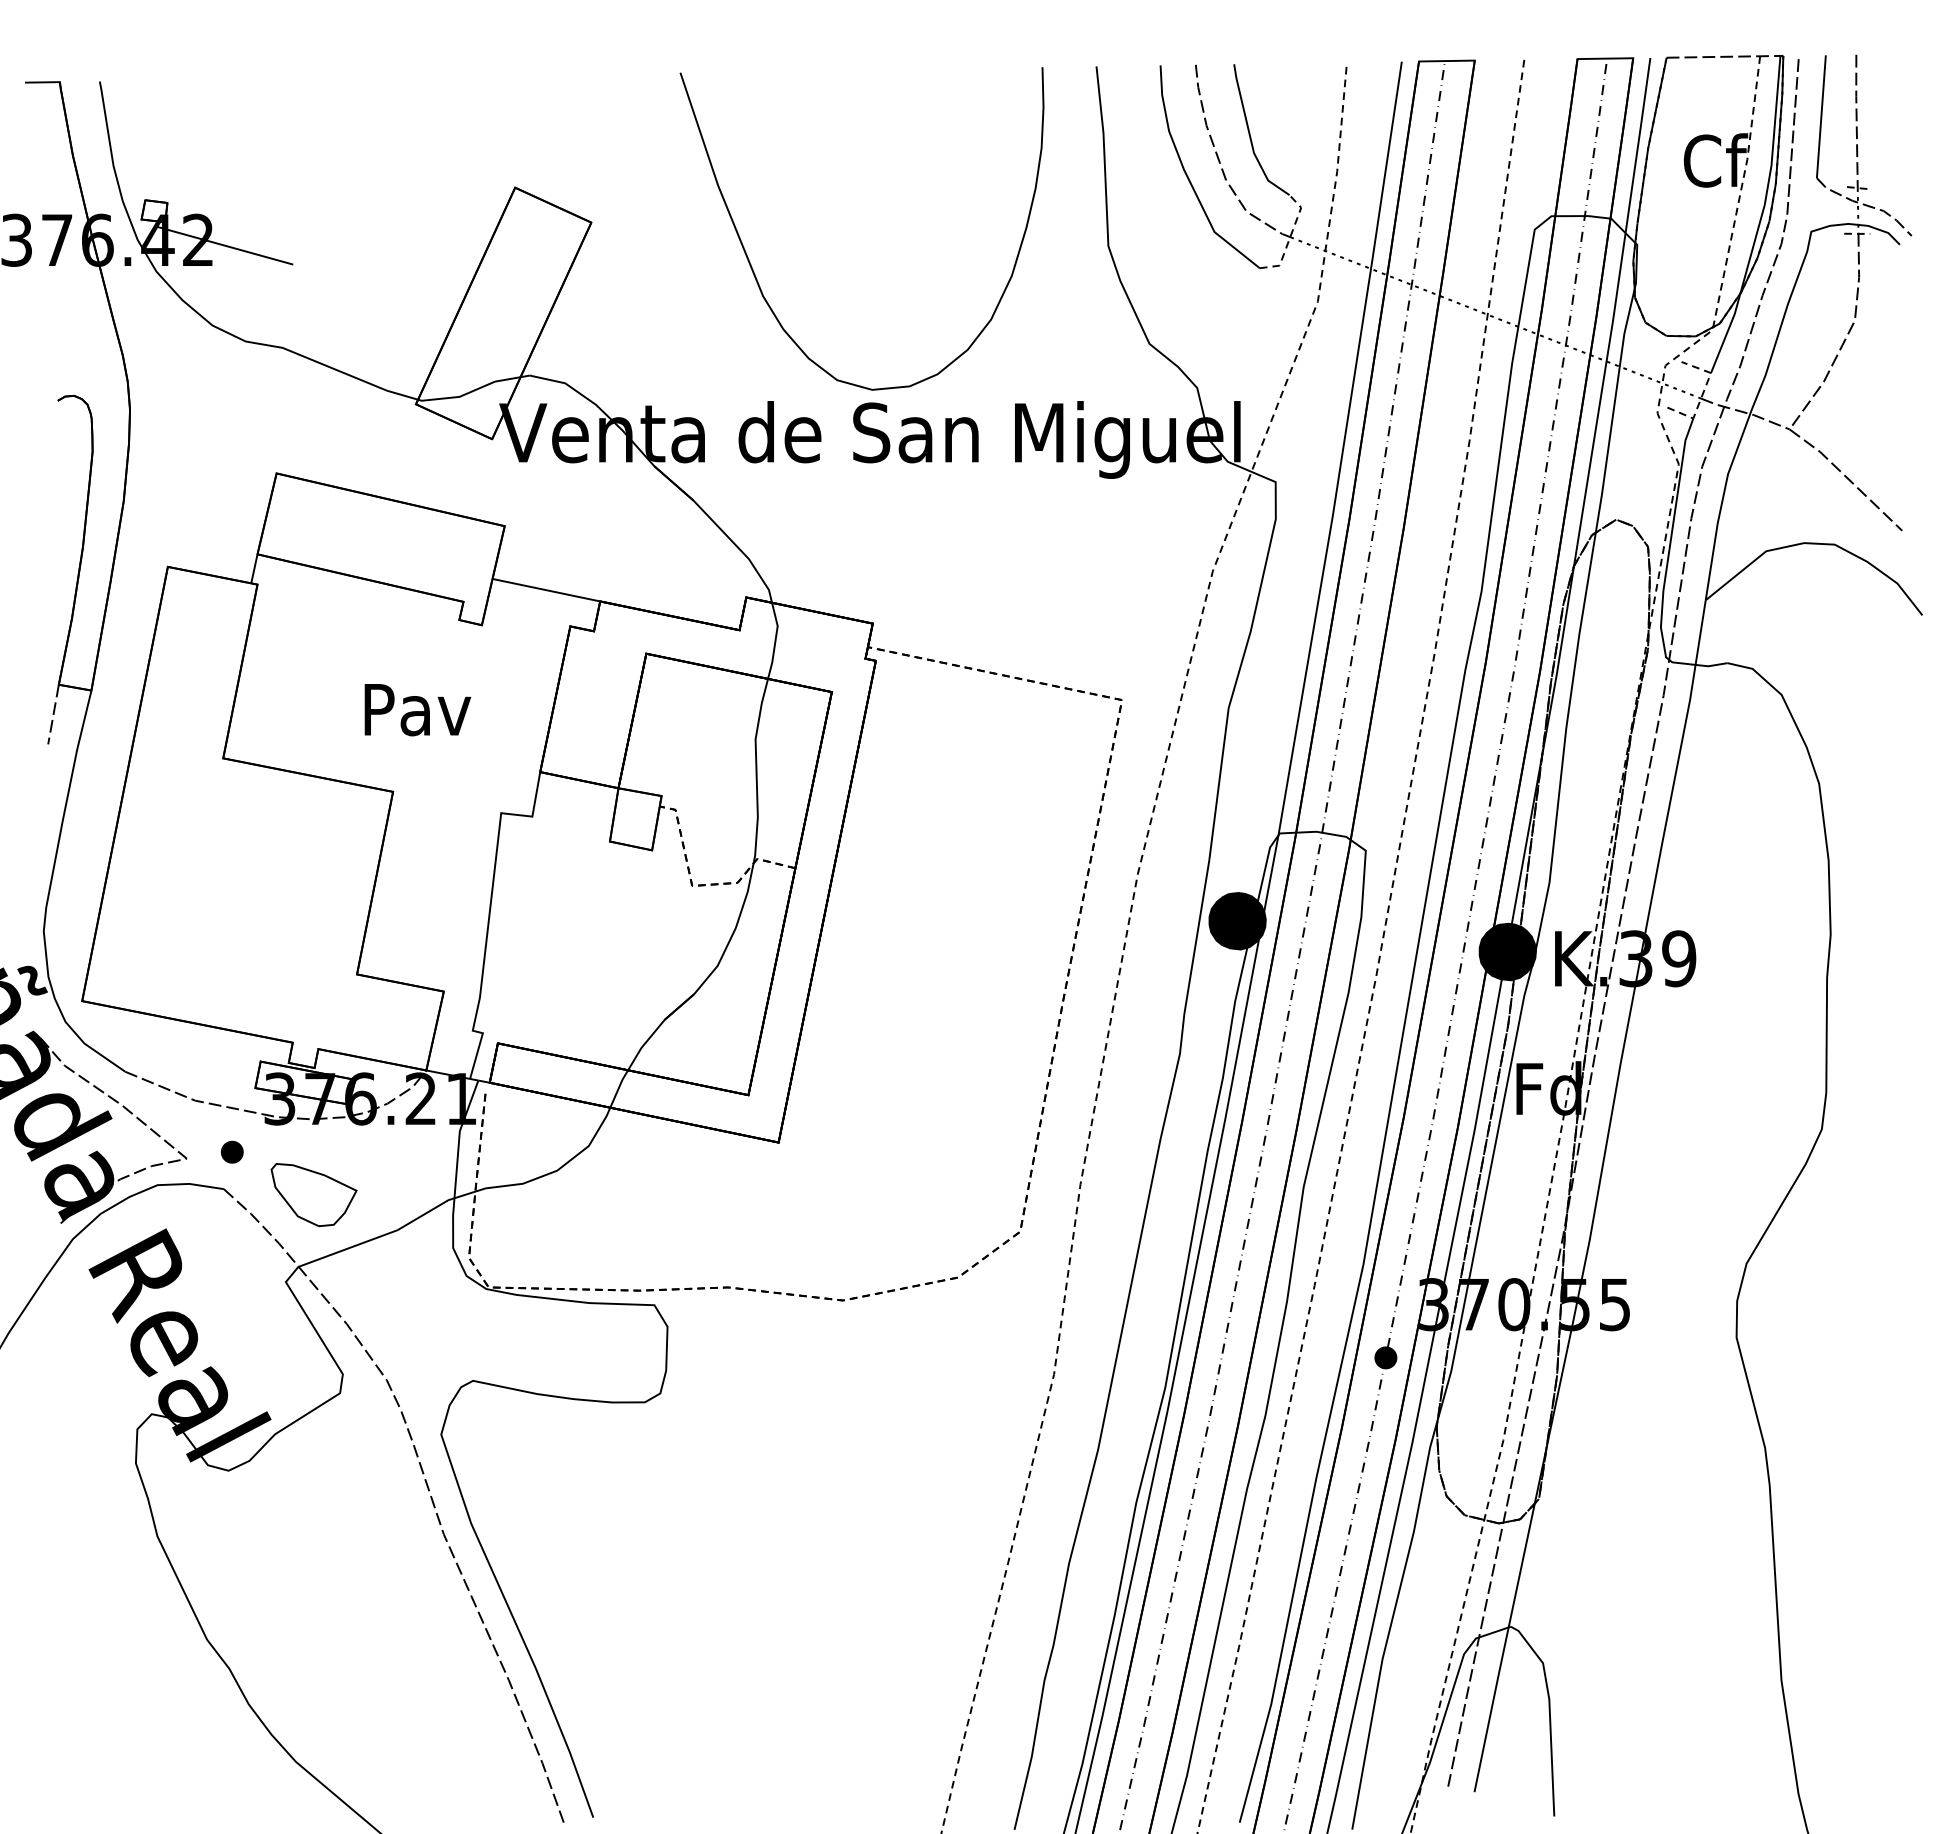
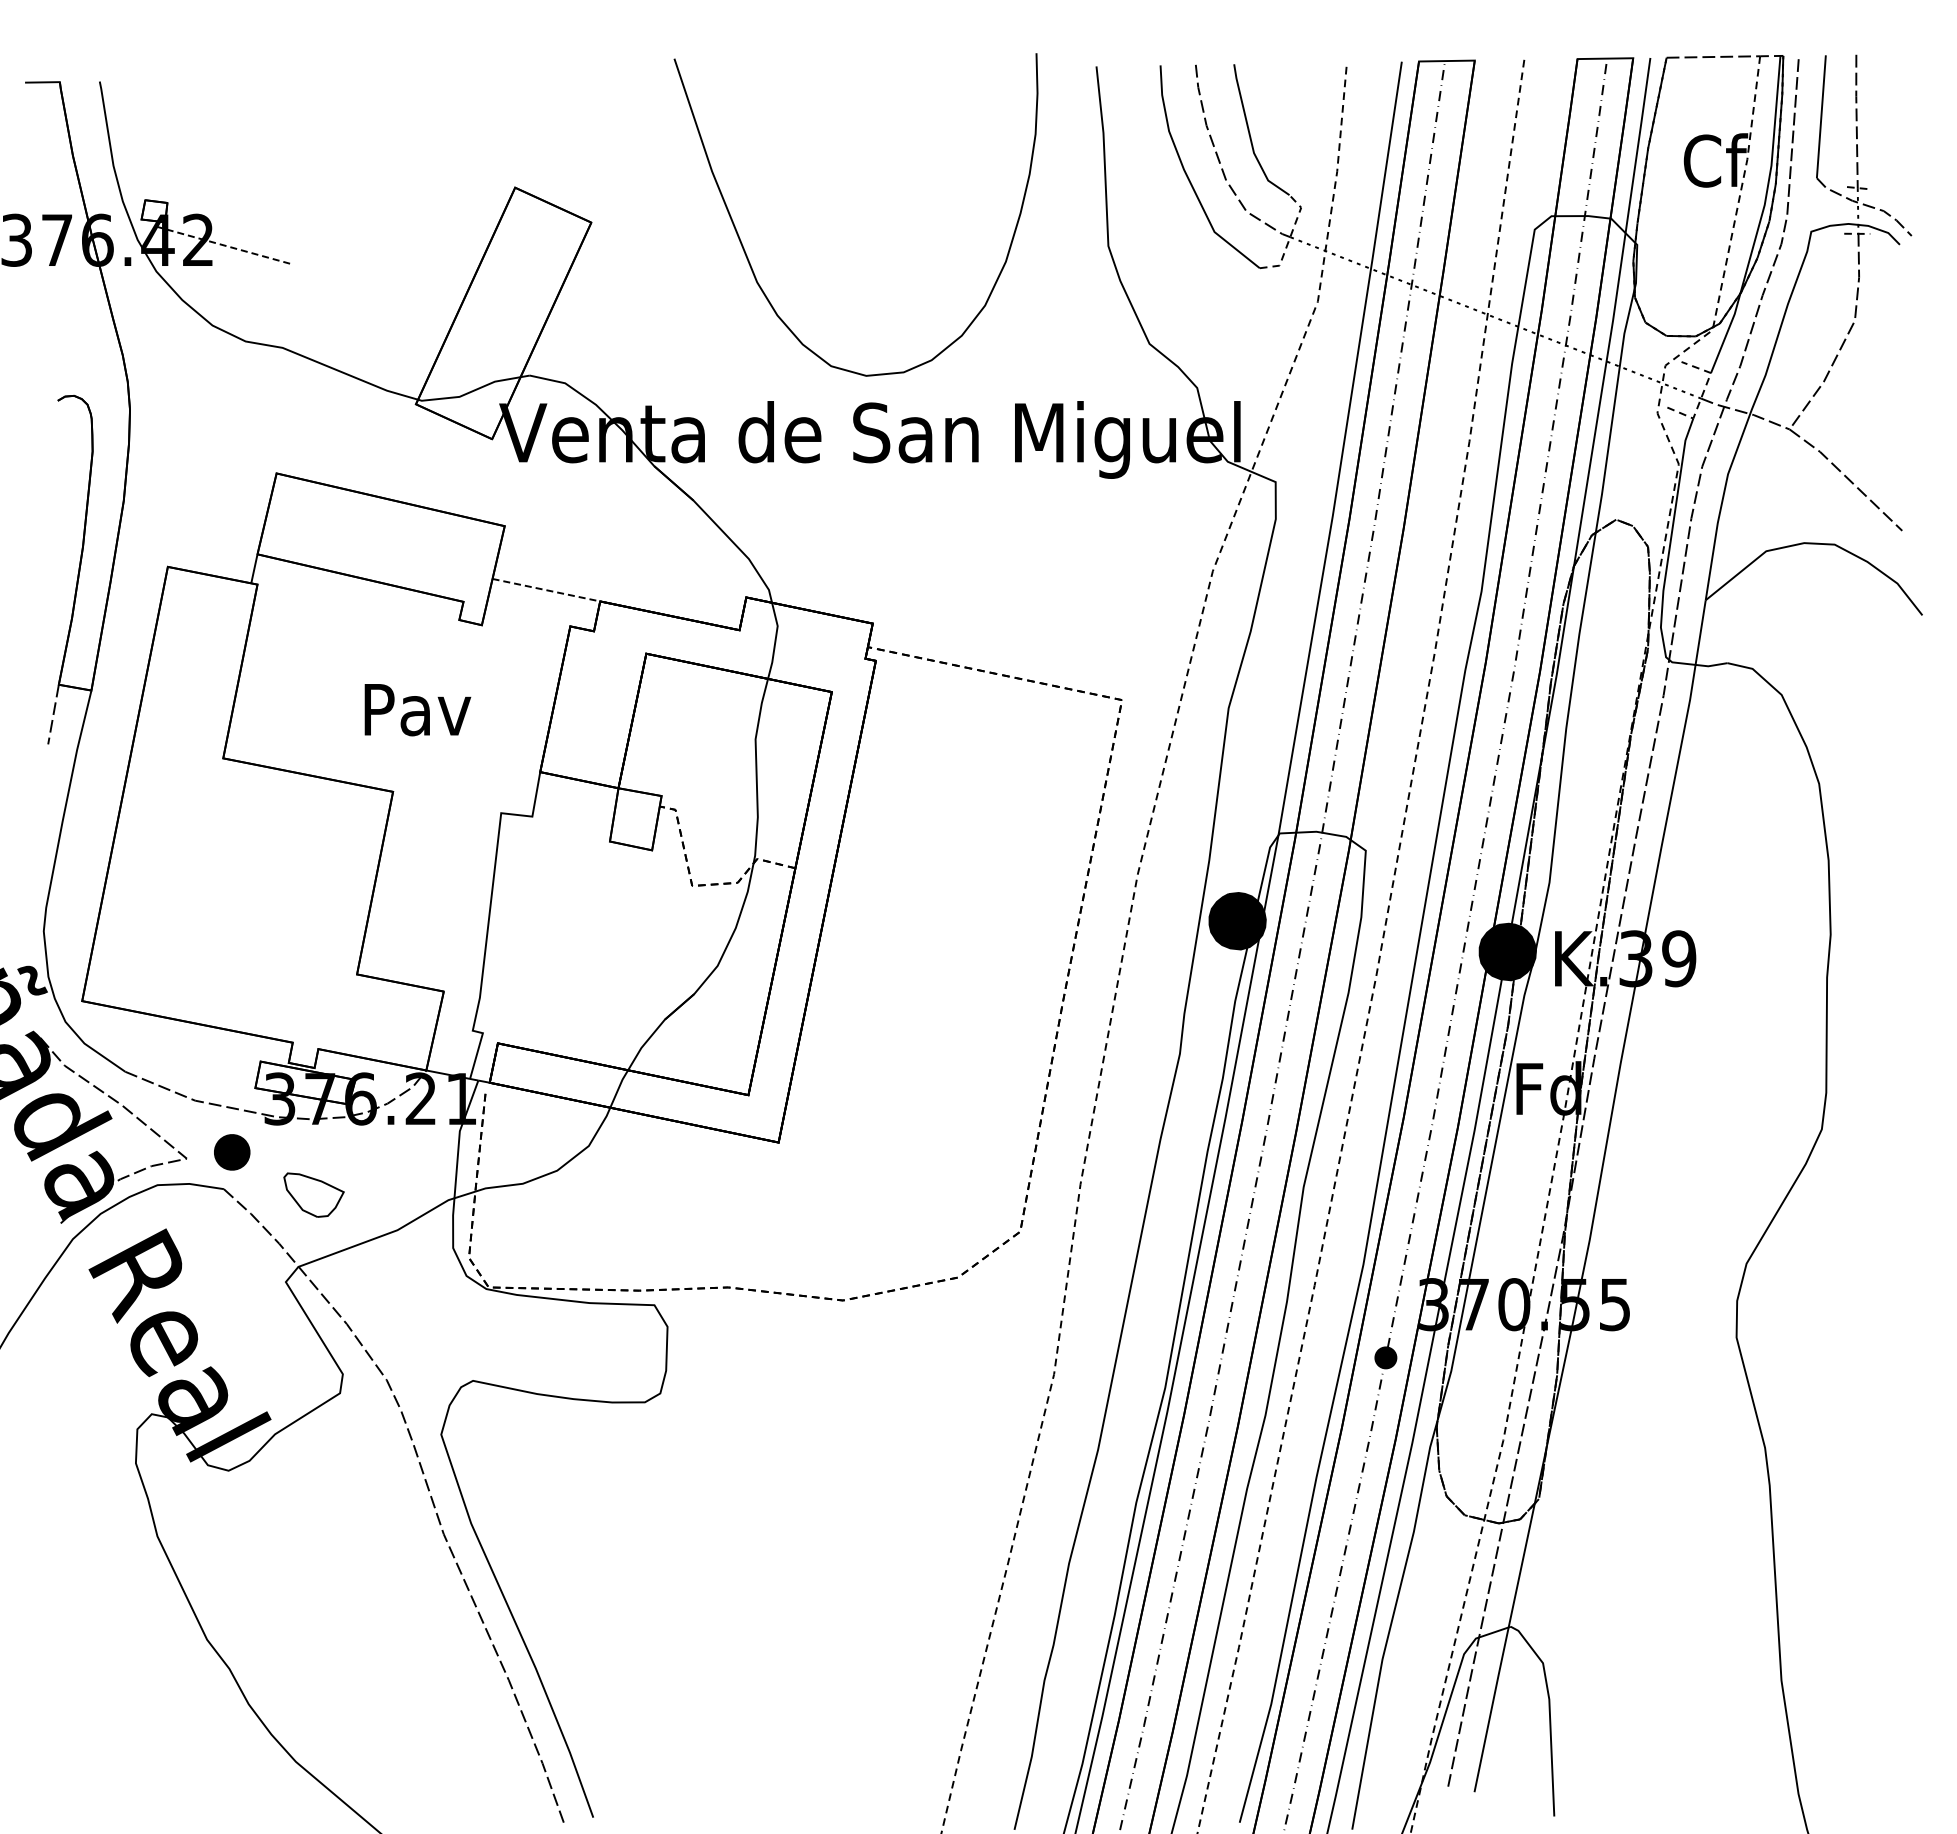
line at (225, 245): solid -> dashed
curve at (754, 271) position: (754, 271) -> (748, 257)
line at (546, 590): solid -> dashed
part at (232, 1151) size: 23x24 px -> 37x37 px
part at (313, 1195) size: 88x65 px -> 62x46 px
